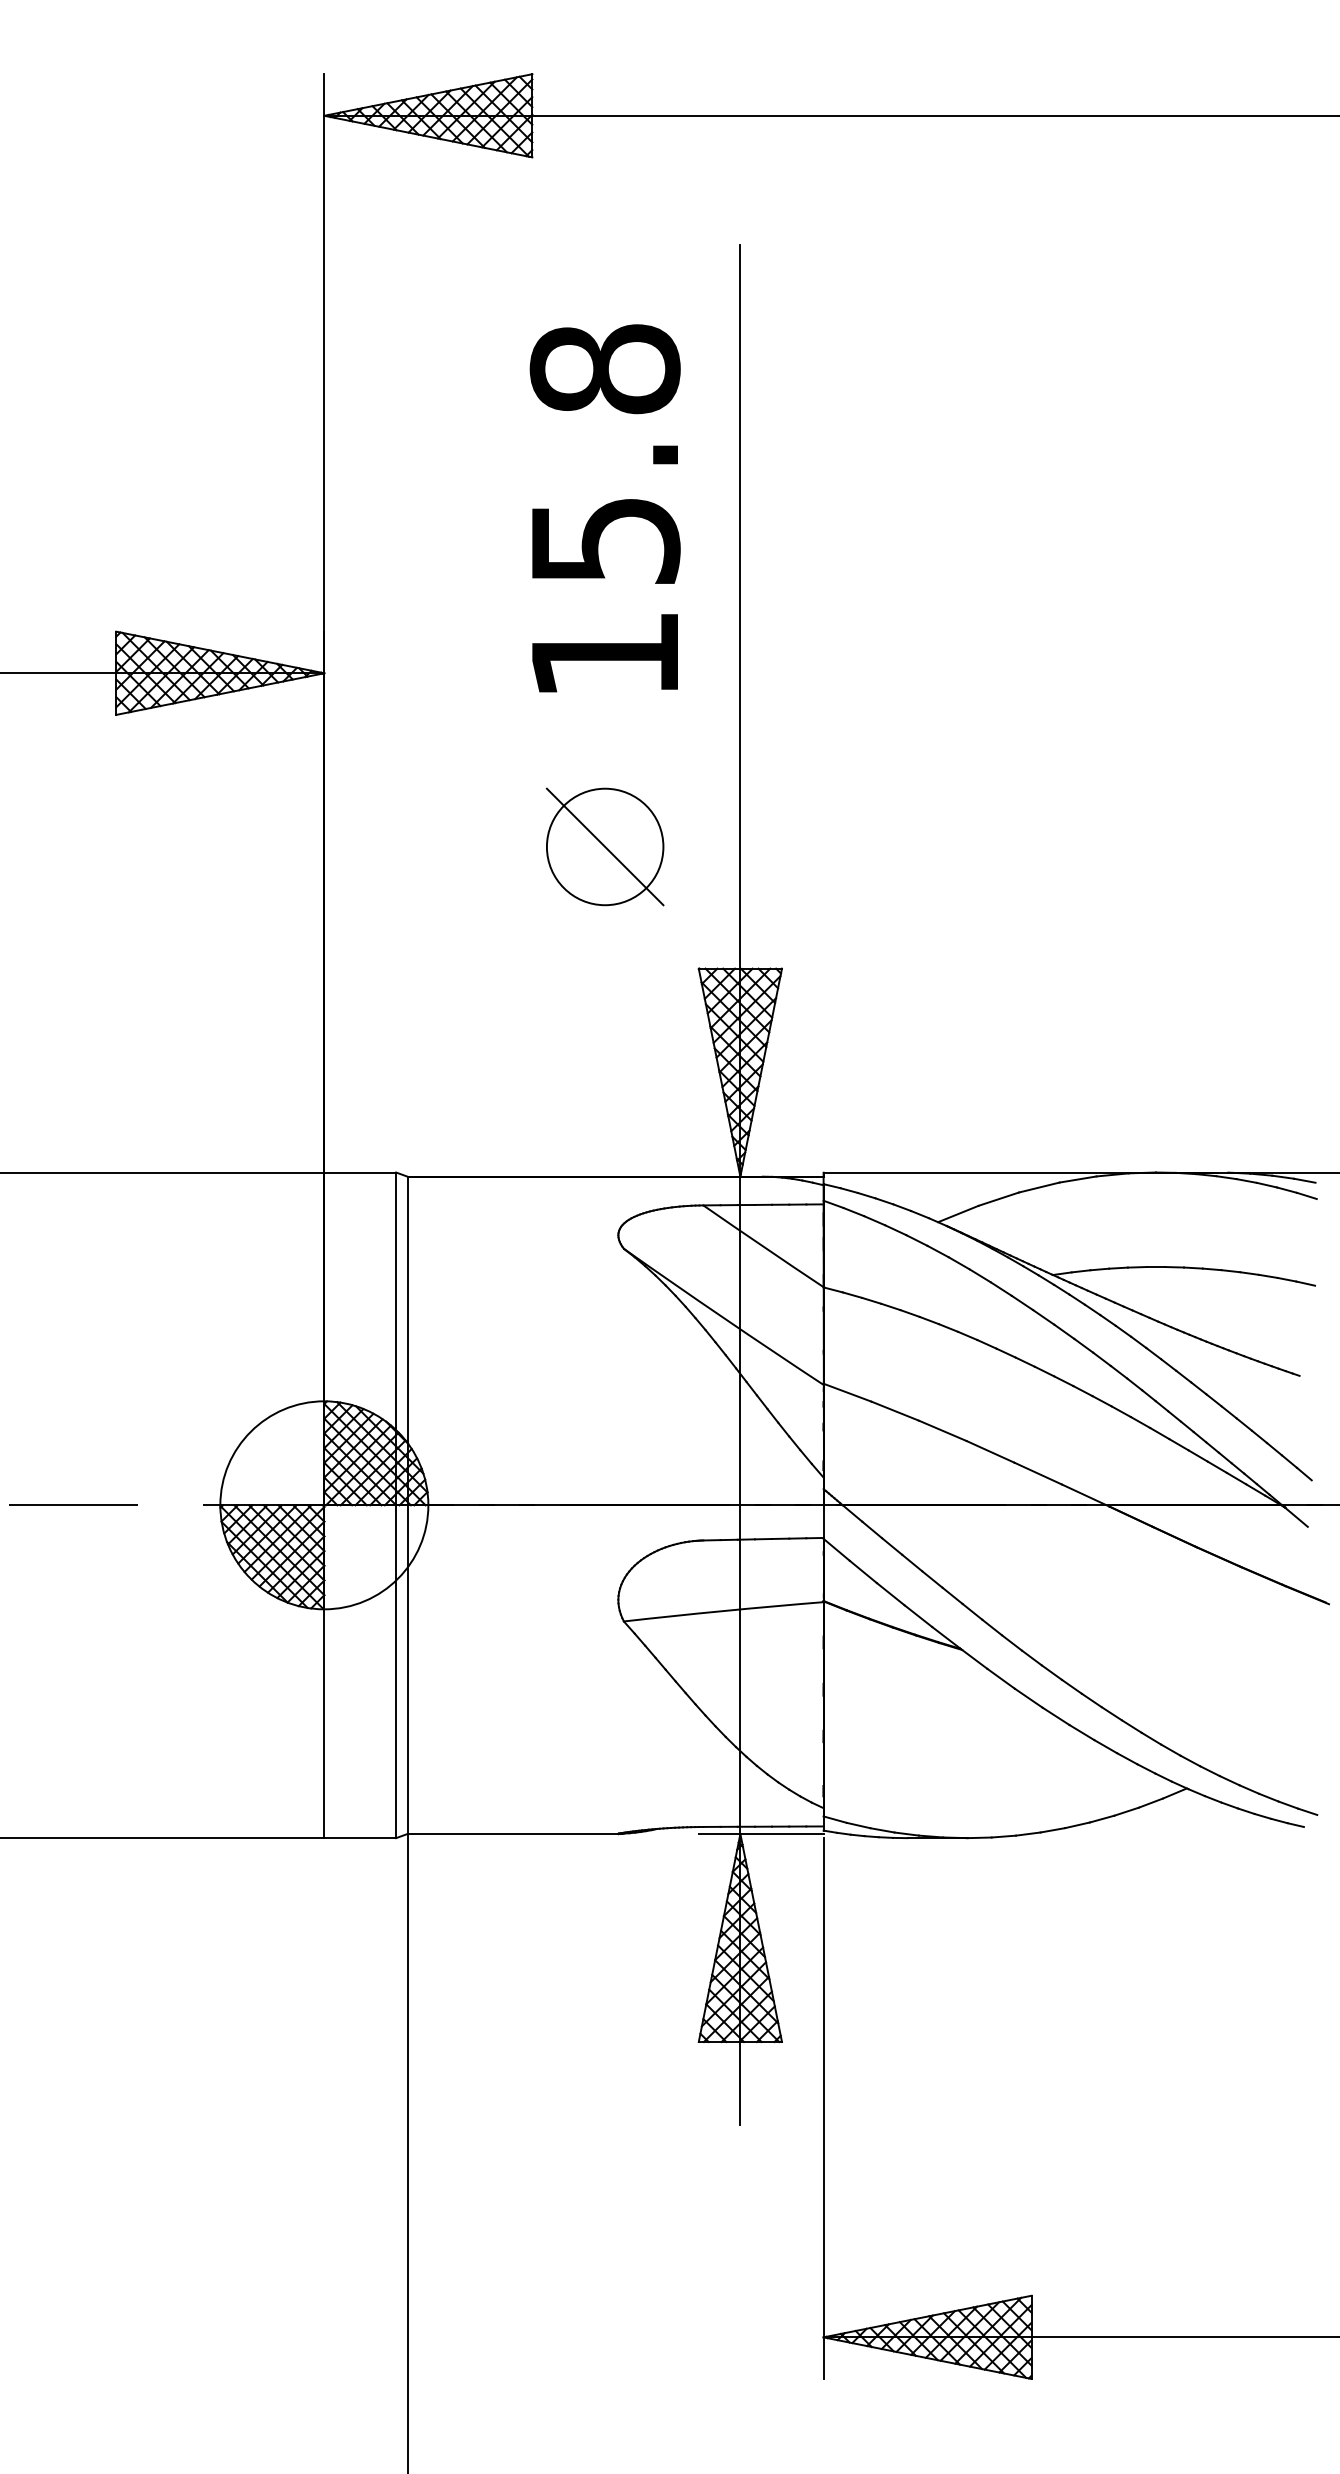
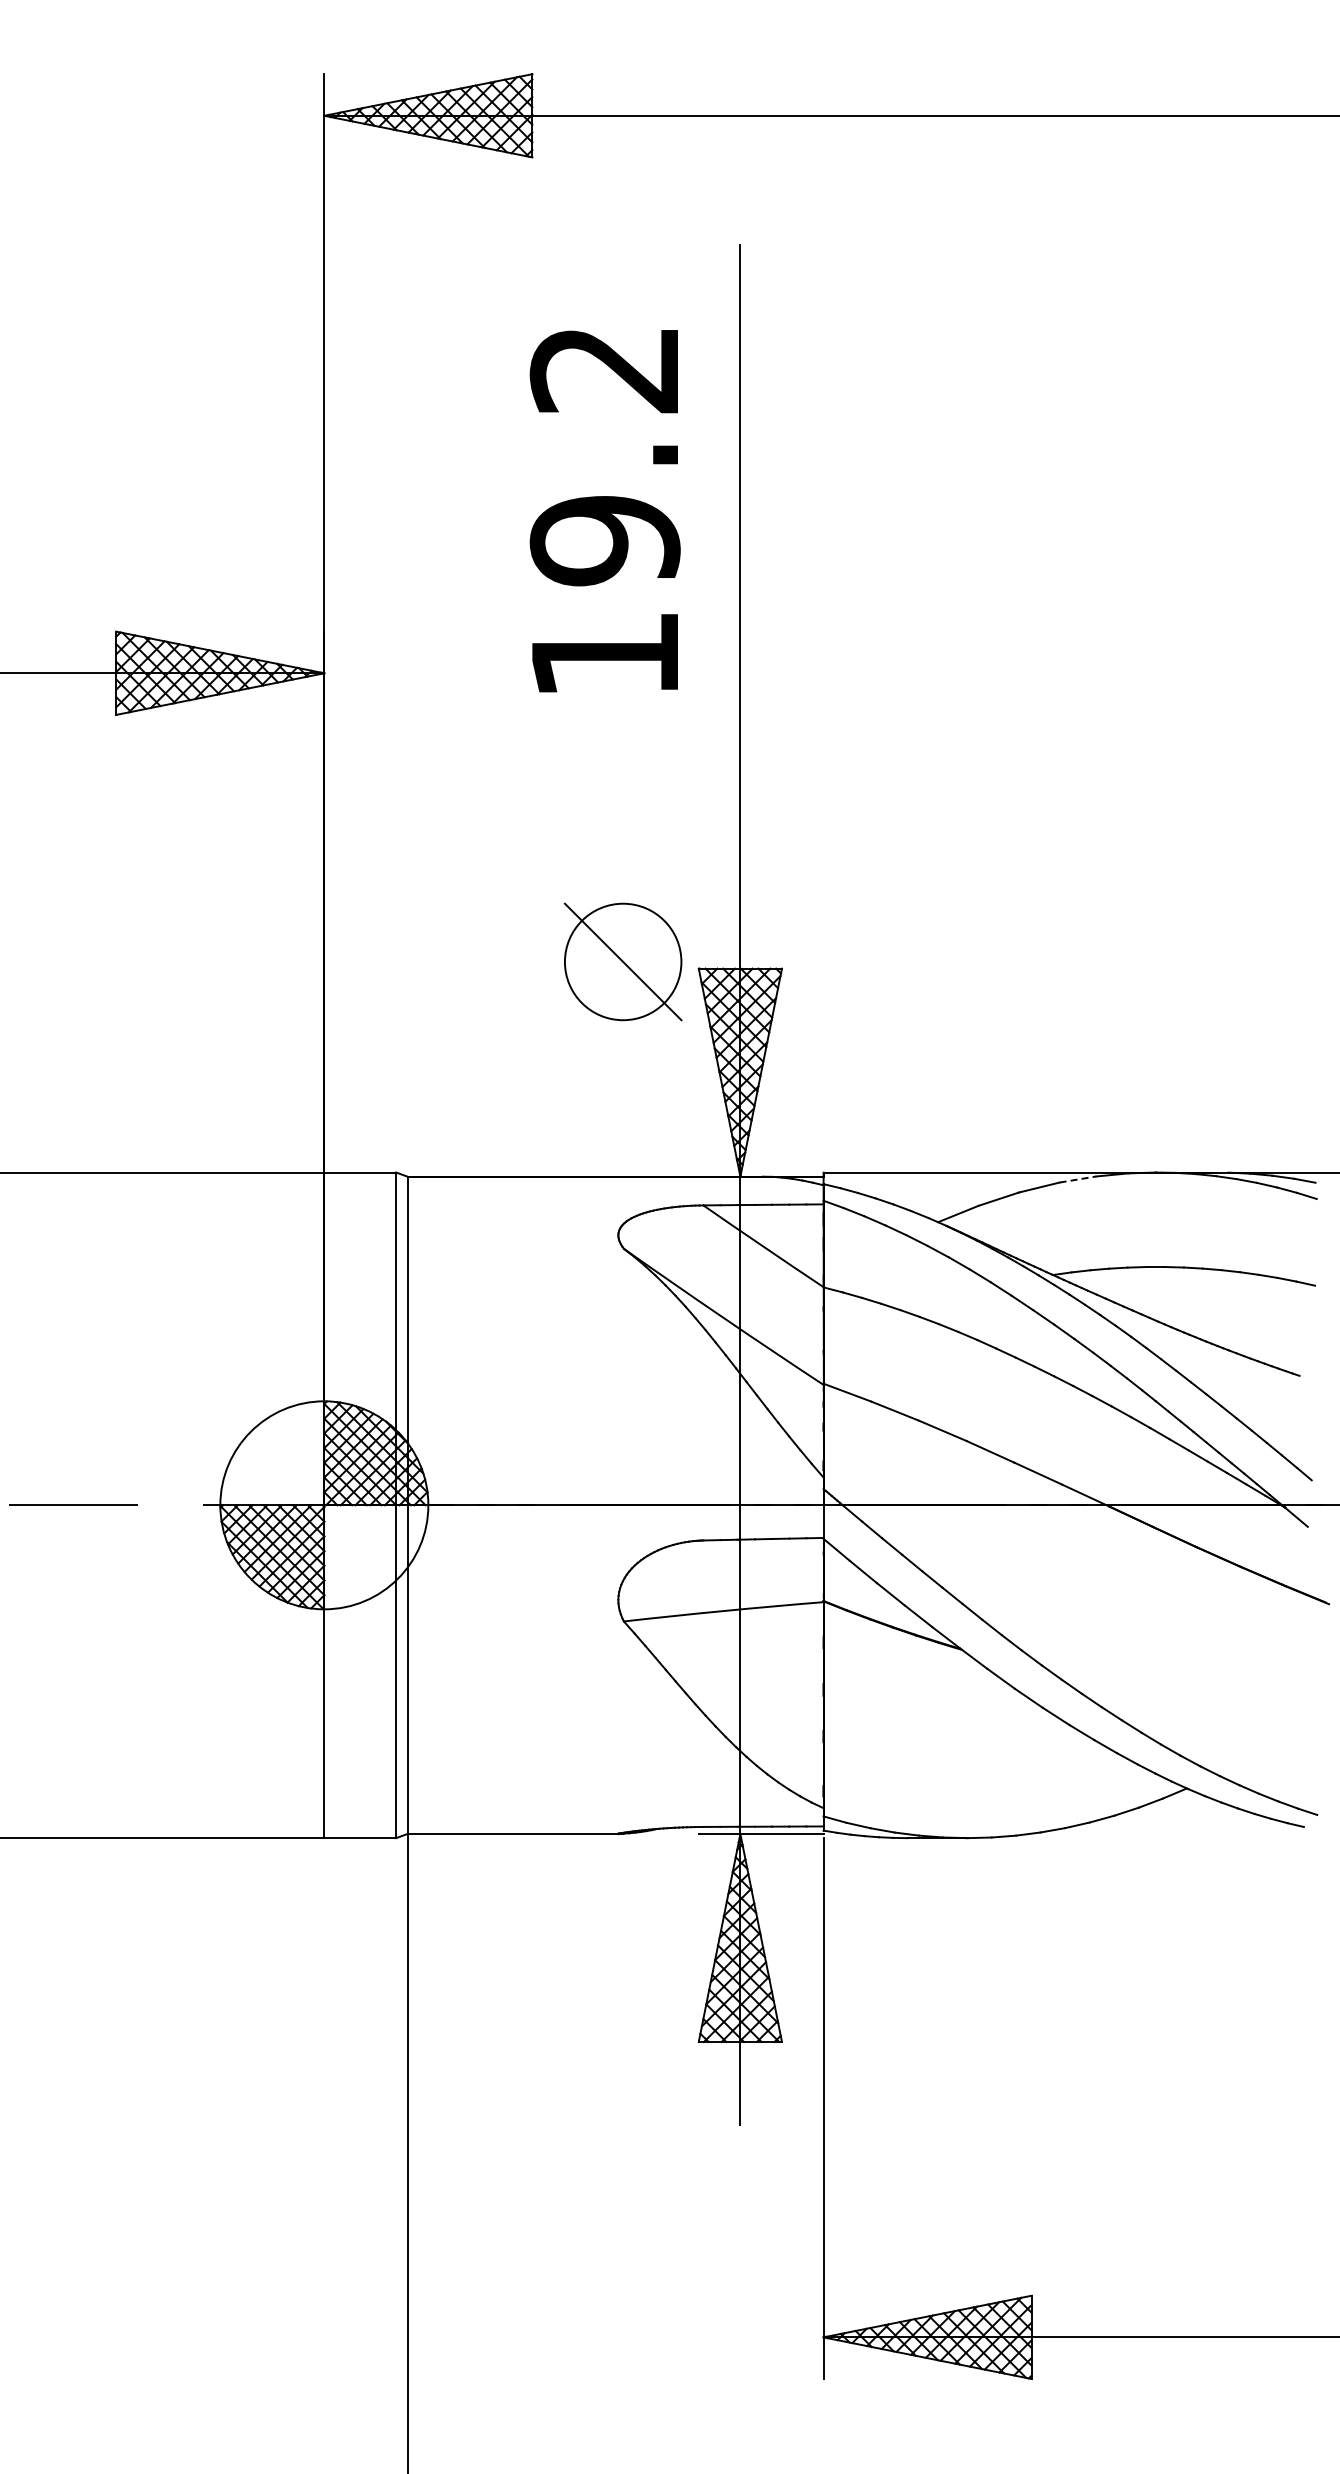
text at (604, 455): 15.8 -> 19.2
part at (604, 846) position: (604, 846) -> (622, 961)
line at (1078, 1179): solid -> dashed
